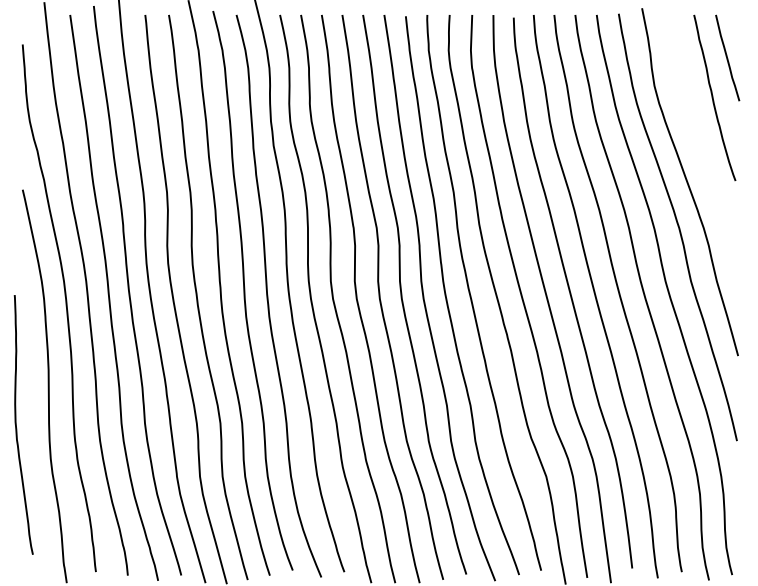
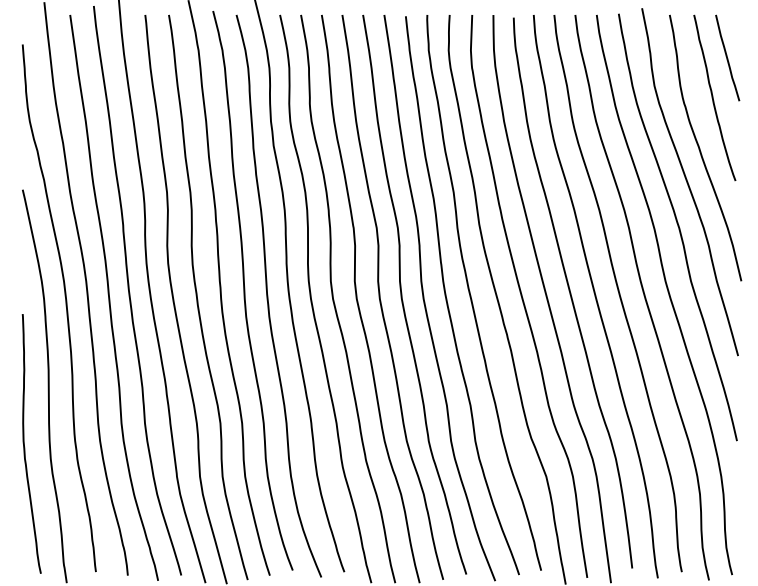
curve at (700, 148): none -> present
curve at (16, 424) position: (16, 424) -> (24, 443)
